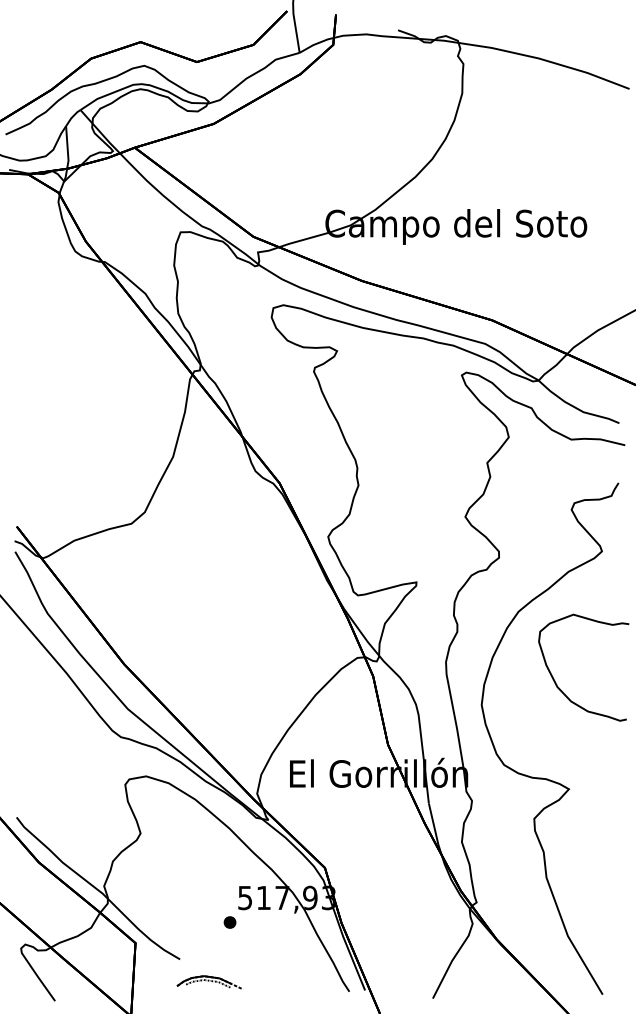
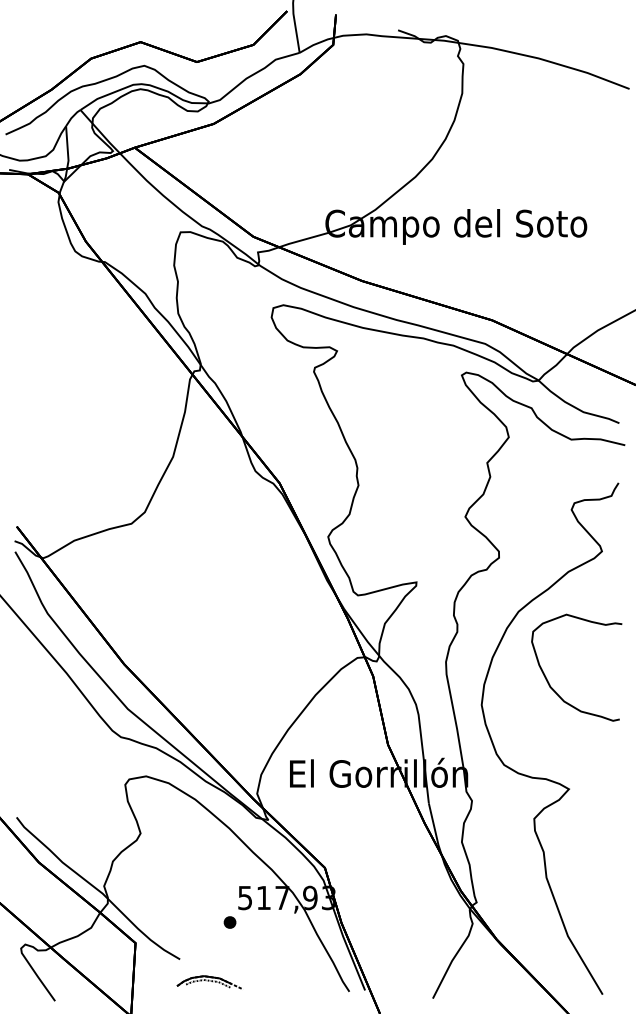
curve at (555, 680) position: (555, 680) -> (548, 680)
